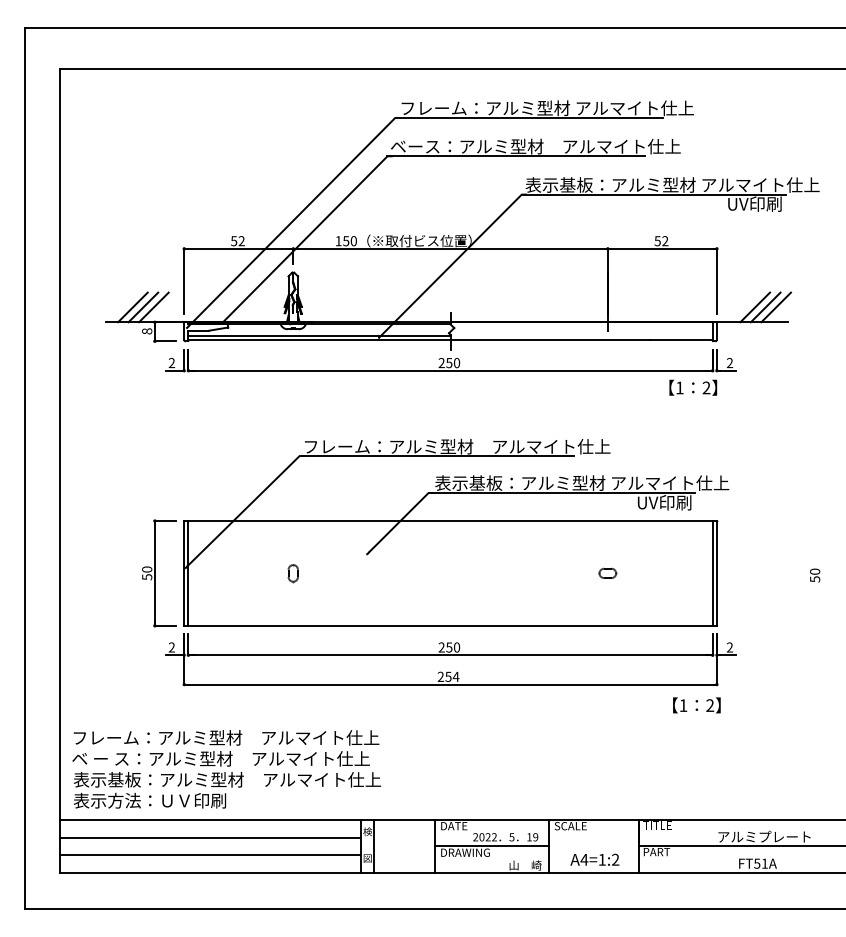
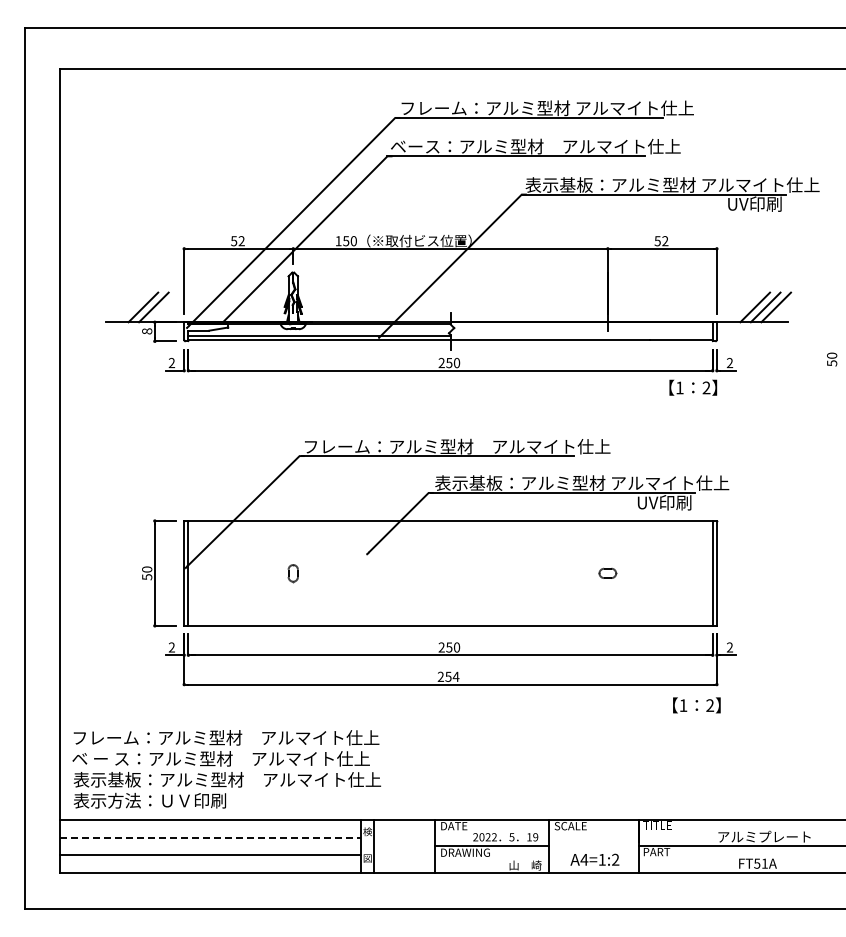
line at (132, 307): present -> none
text at (815, 575) position: (815, 575) -> (832, 359)
line at (210, 837): solid -> dashed
